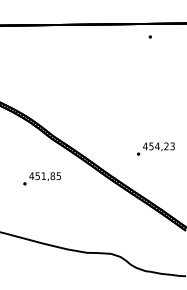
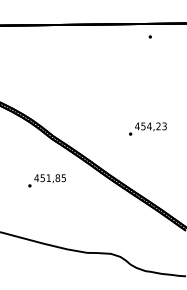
text at (155, 148) position: (155, 148) -> (147, 128)
text at (41, 178) position: (41, 178) -> (46, 180)
